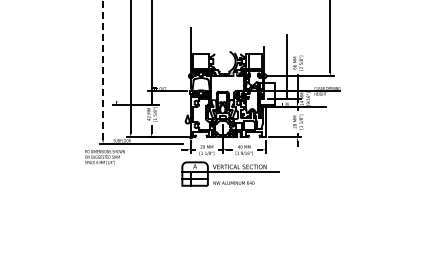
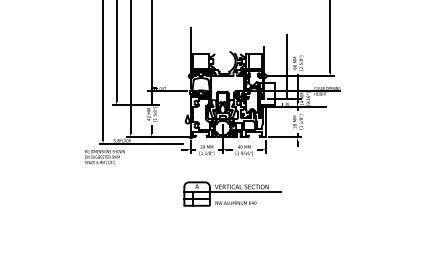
line at (116, 51): none -> present
line at (103, 69): dashed -> solid
part at (230, 173) position: (230, 173) -> (232, 193)
